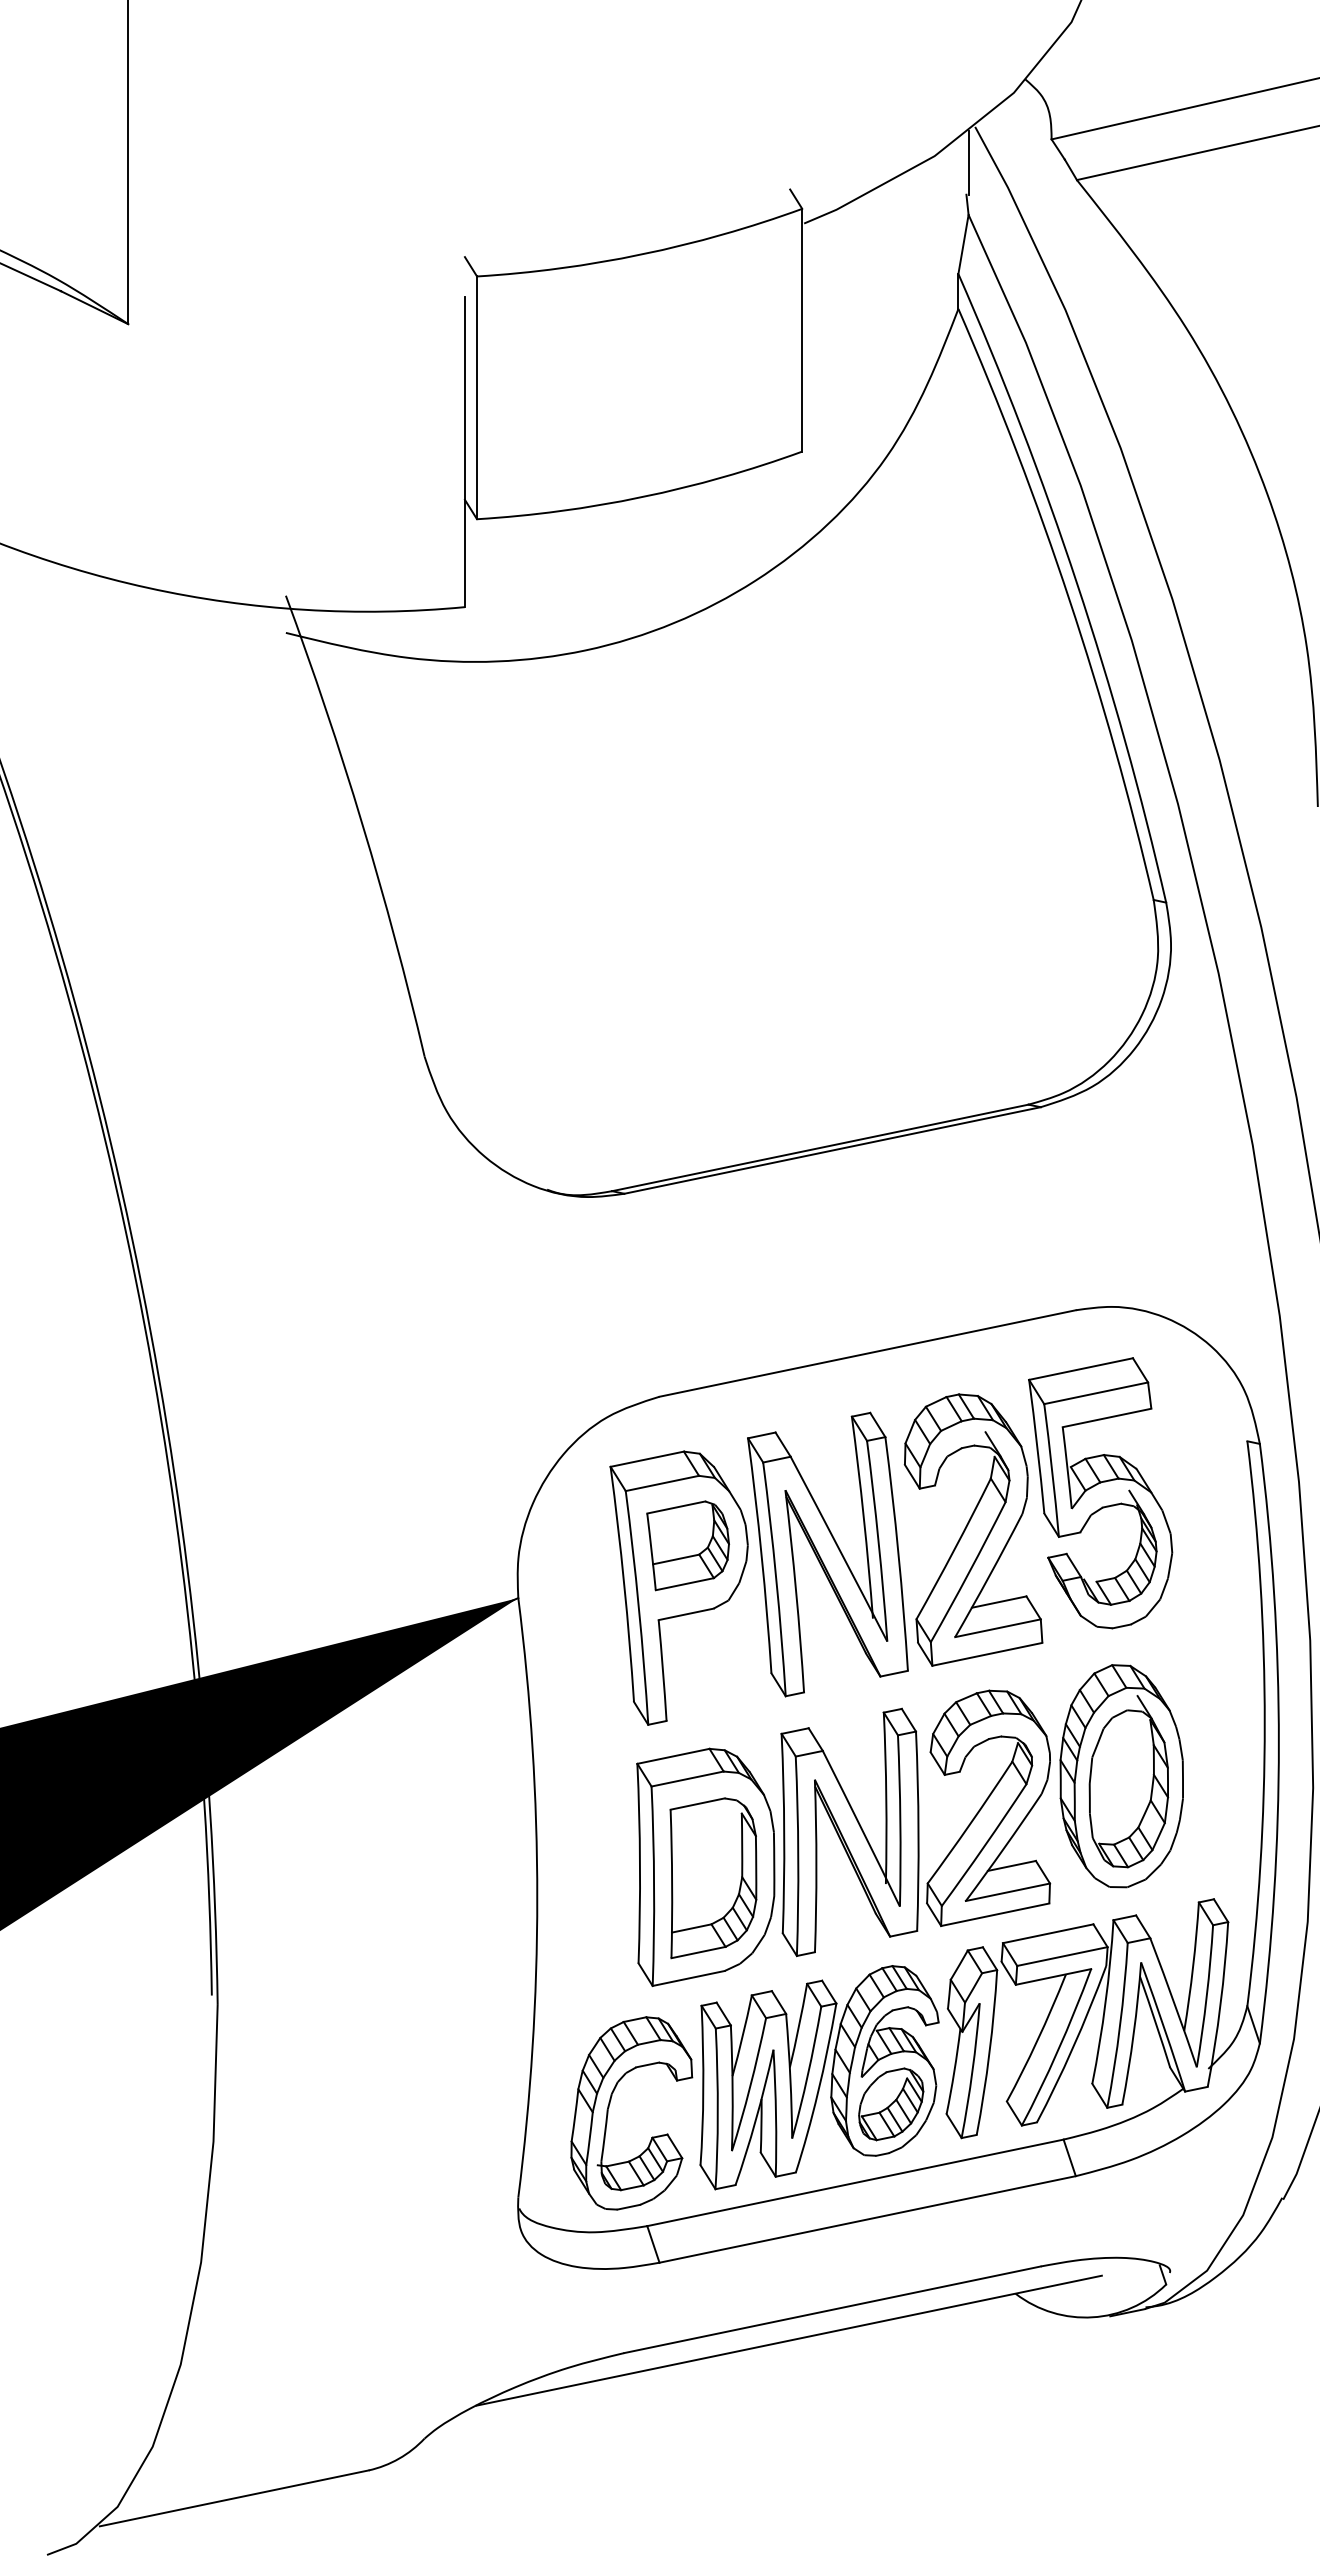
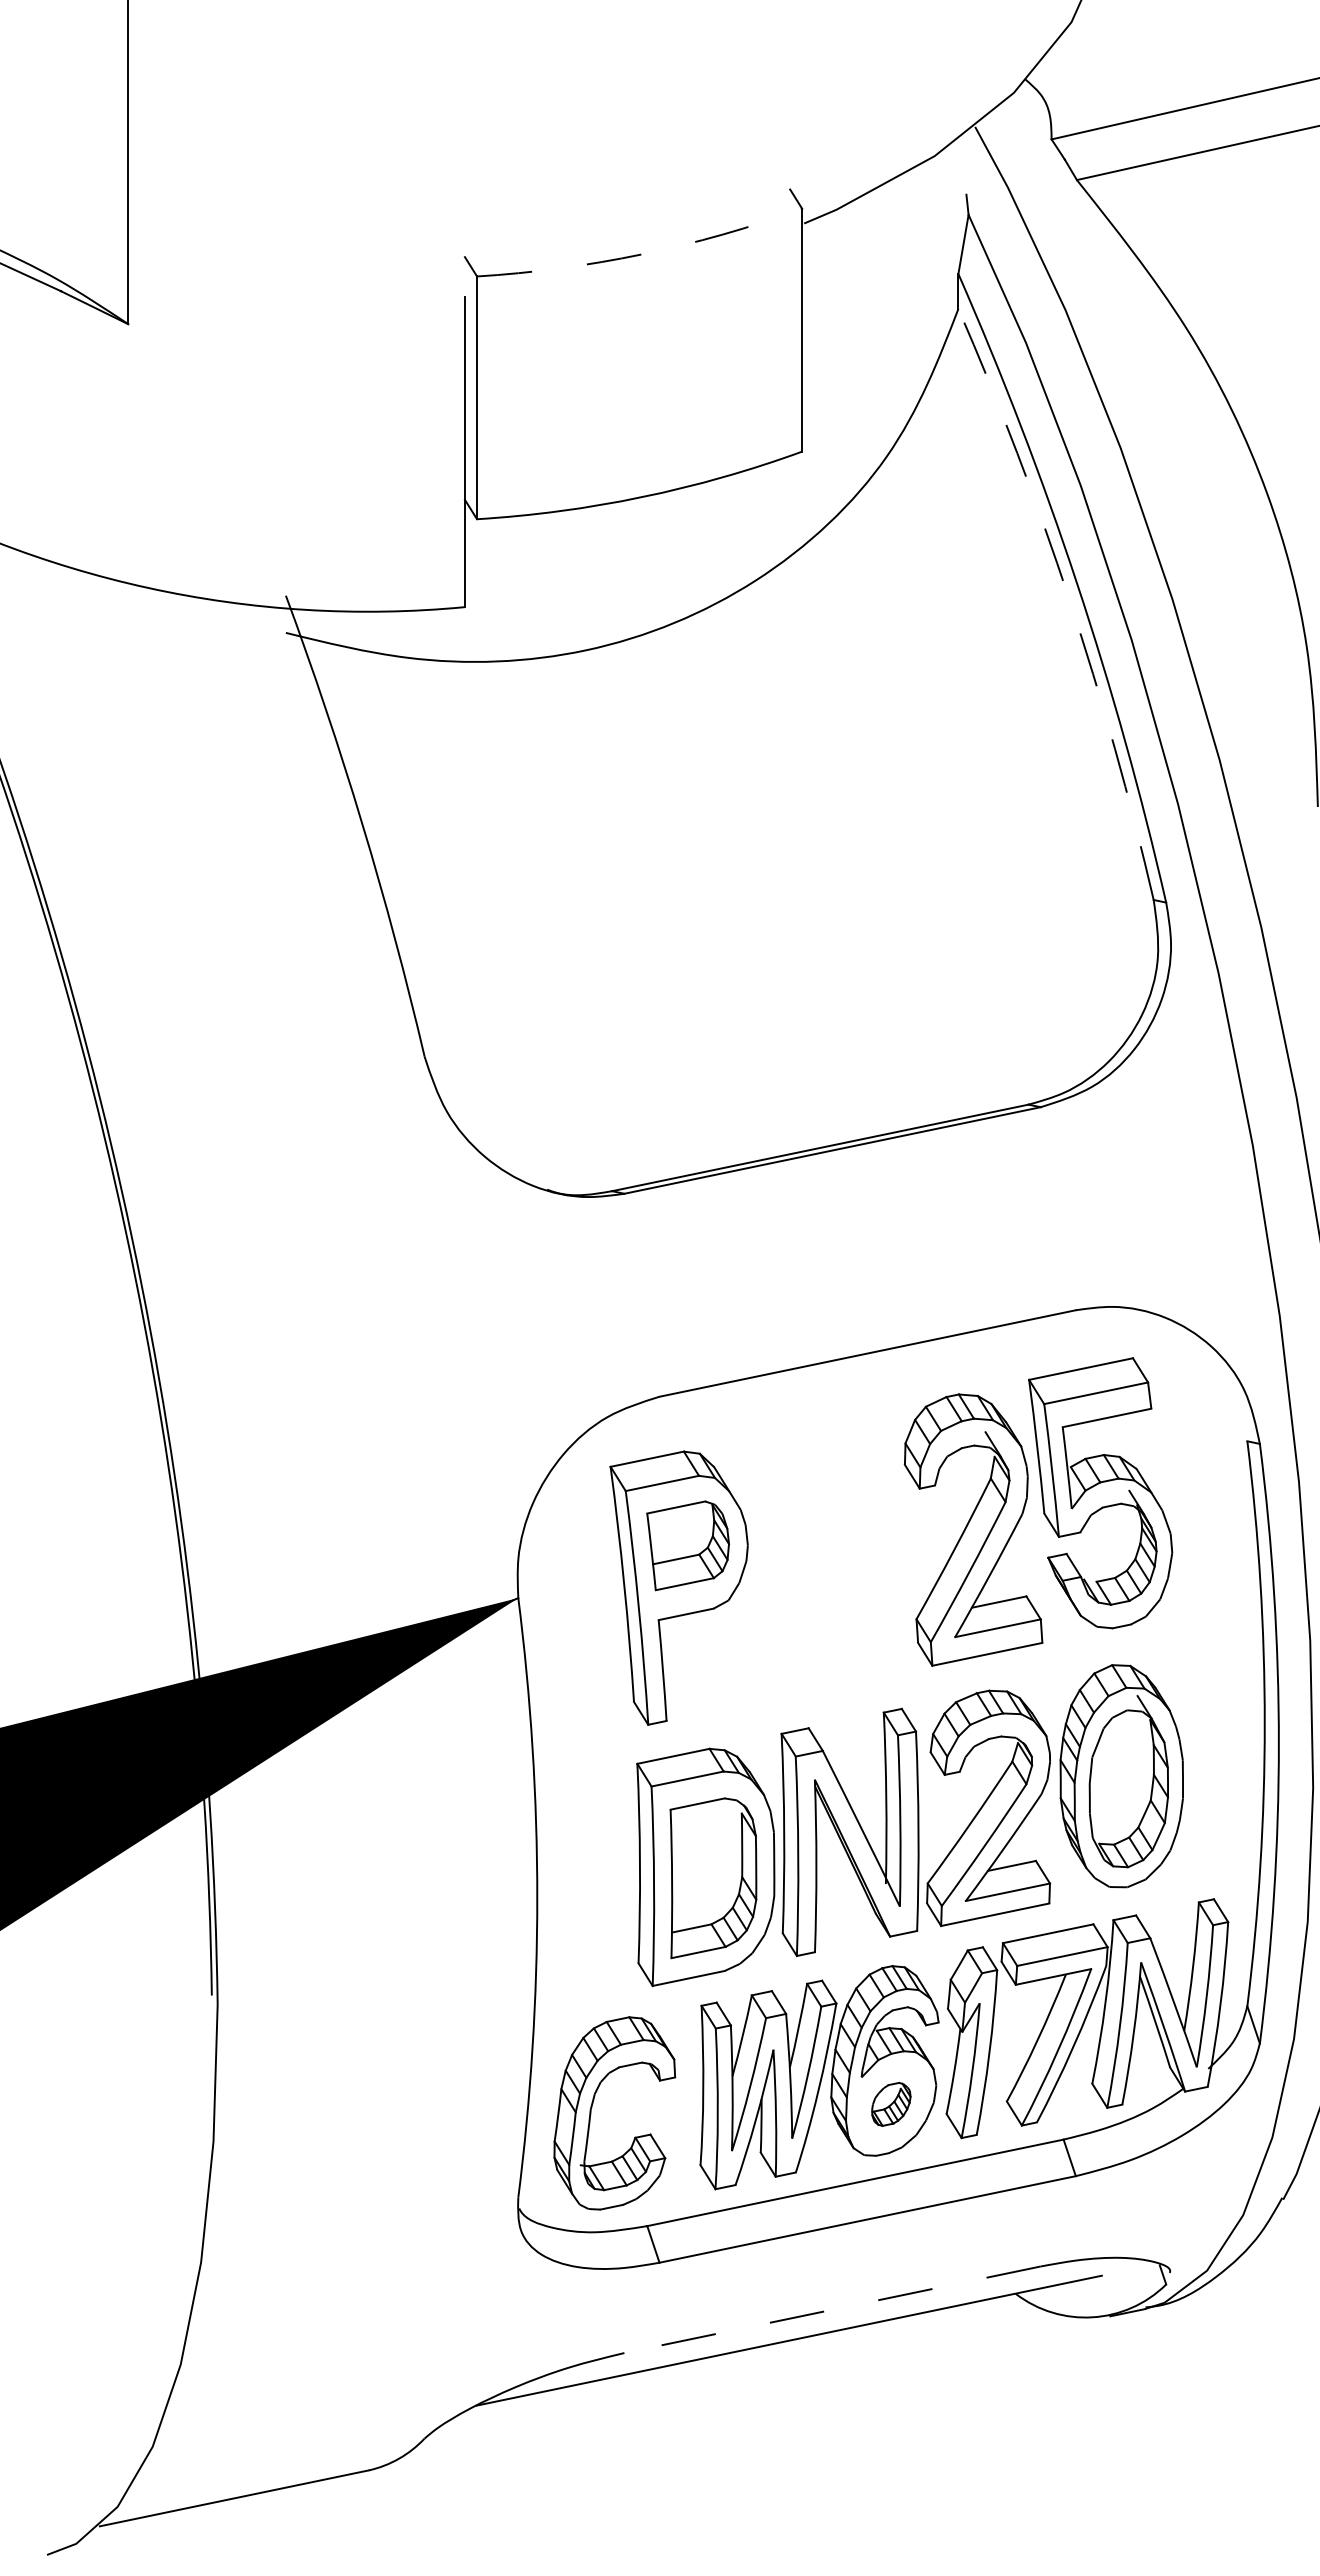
line at (969, 162): present -> none
arc at (642, 254): solid -> dashed
arc at (1069, 600): solid -> dashed
part at (827, 1554): present -> none
part at (891, 2104) size: 67x75 px -> 41x46 px
part at (609, 2107) position: (609, 2107) -> (592, 2107)
line at (832, 2309): solid -> dashed
